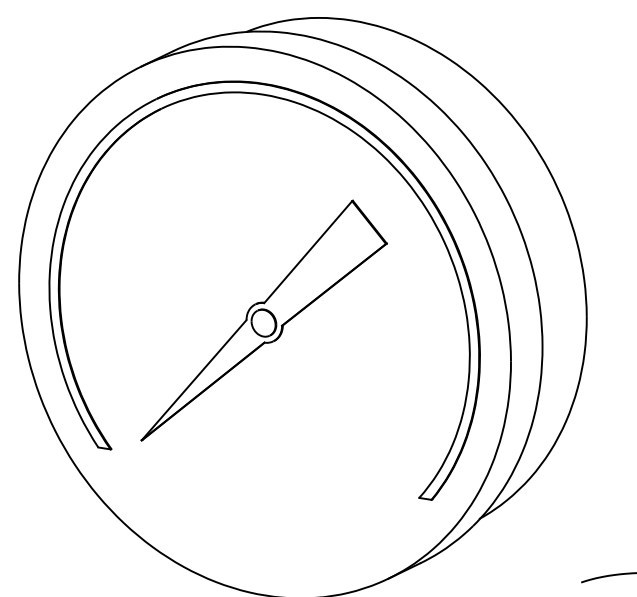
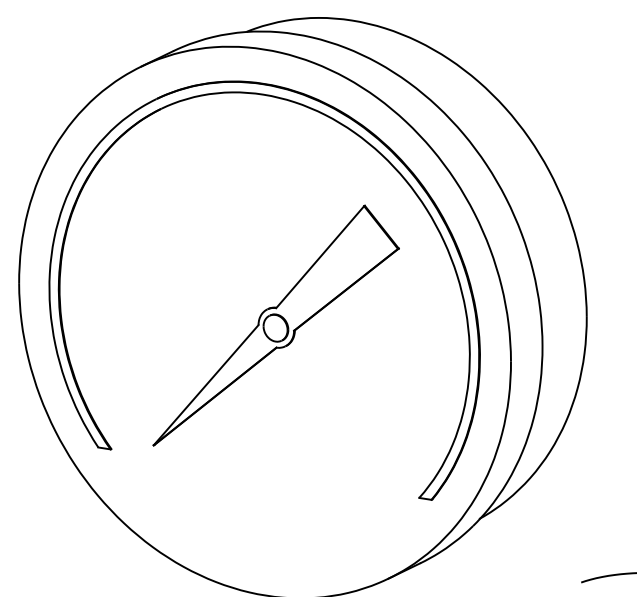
part at (263, 320) position: (263, 320) -> (275, 325)
